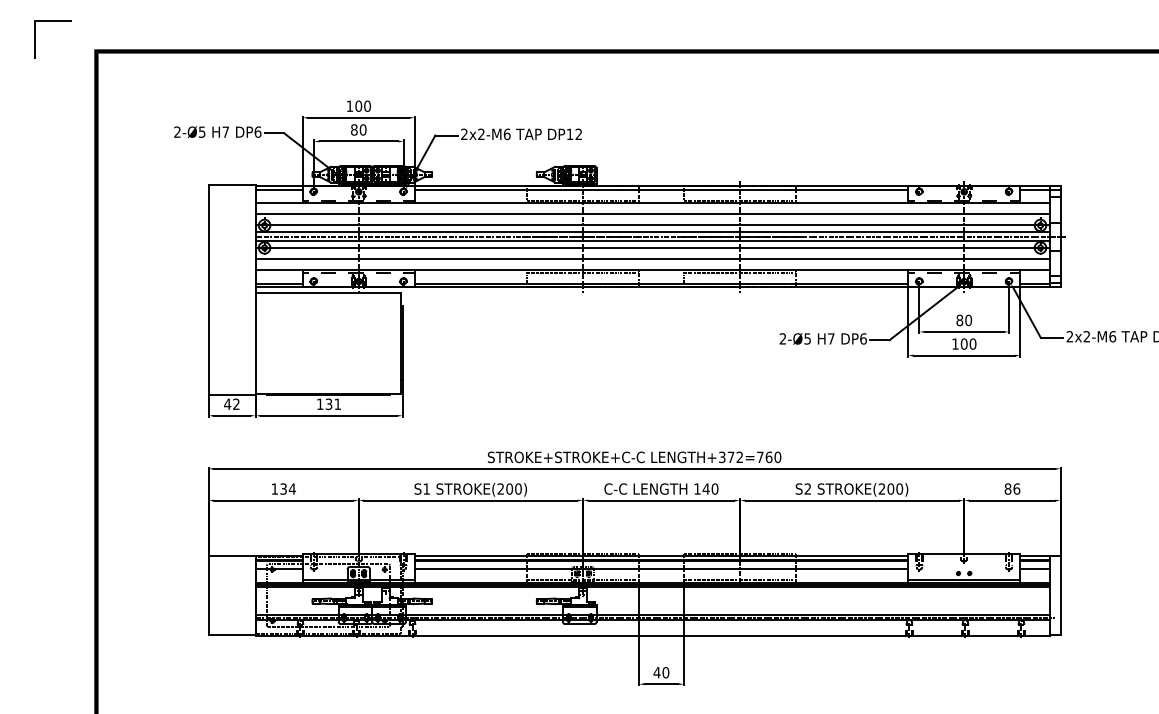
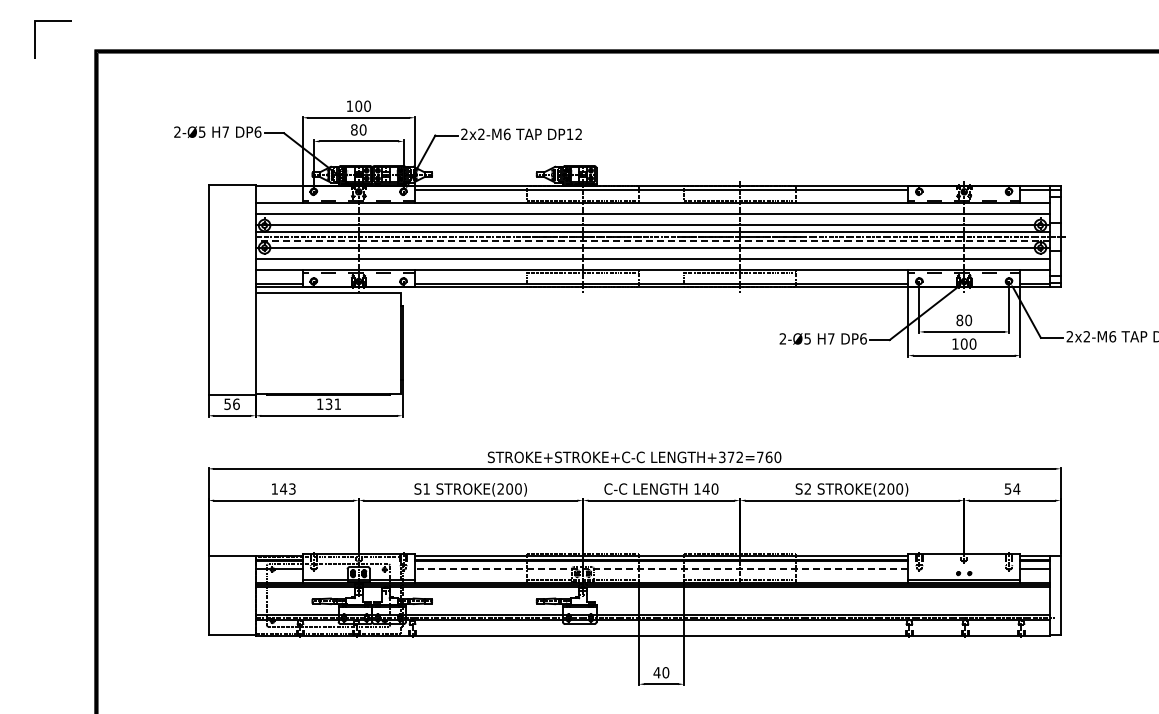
line at (278, 189): present -> none
line at (652, 241): solid -> dashed
text at (231, 403): 42 -> 56
text at (287, 488): 134 -> 143
text at (1012, 488): 86 -> 54
line at (661, 568): solid -> dashed
